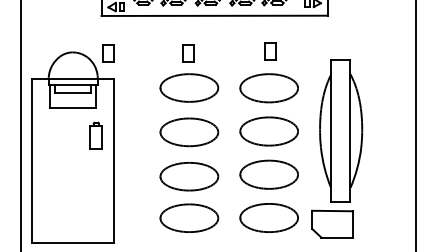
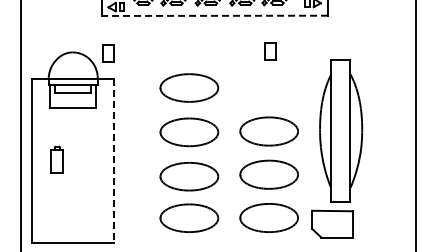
line at (214, 15): solid -> dashed
part at (188, 53): present -> none
part at (268, 88): present -> none
part at (95, 135) position: (95, 135) -> (56, 159)
line at (113, 161): solid -> dashed
